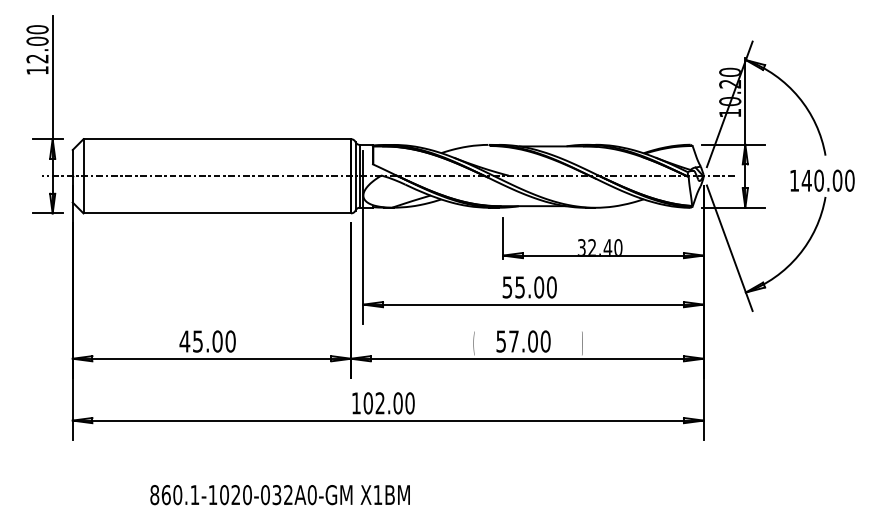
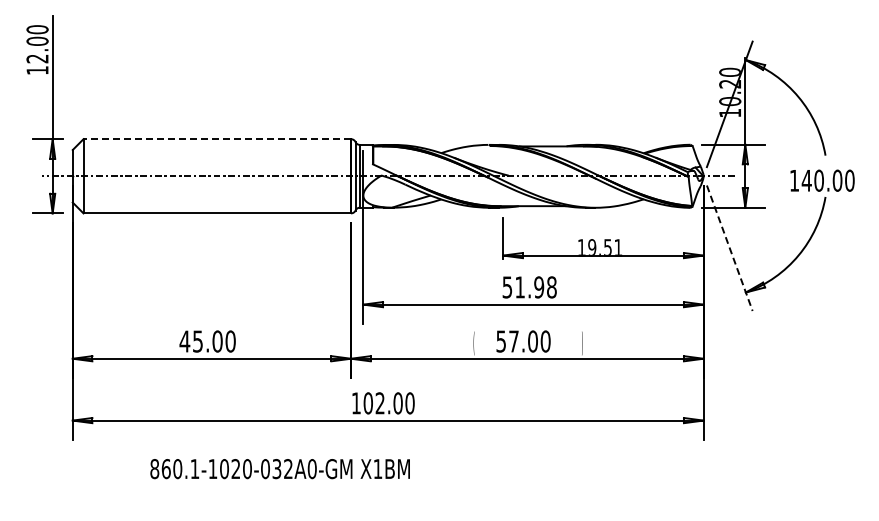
line at (217, 139): solid -> dashed
text at (599, 246): 32.40 -> 19.51
line at (729, 248): solid -> dashed
text at (535, 287): 55.00 -> 51.98
text at (279, 495) position: (279, 495) -> (279, 469)
